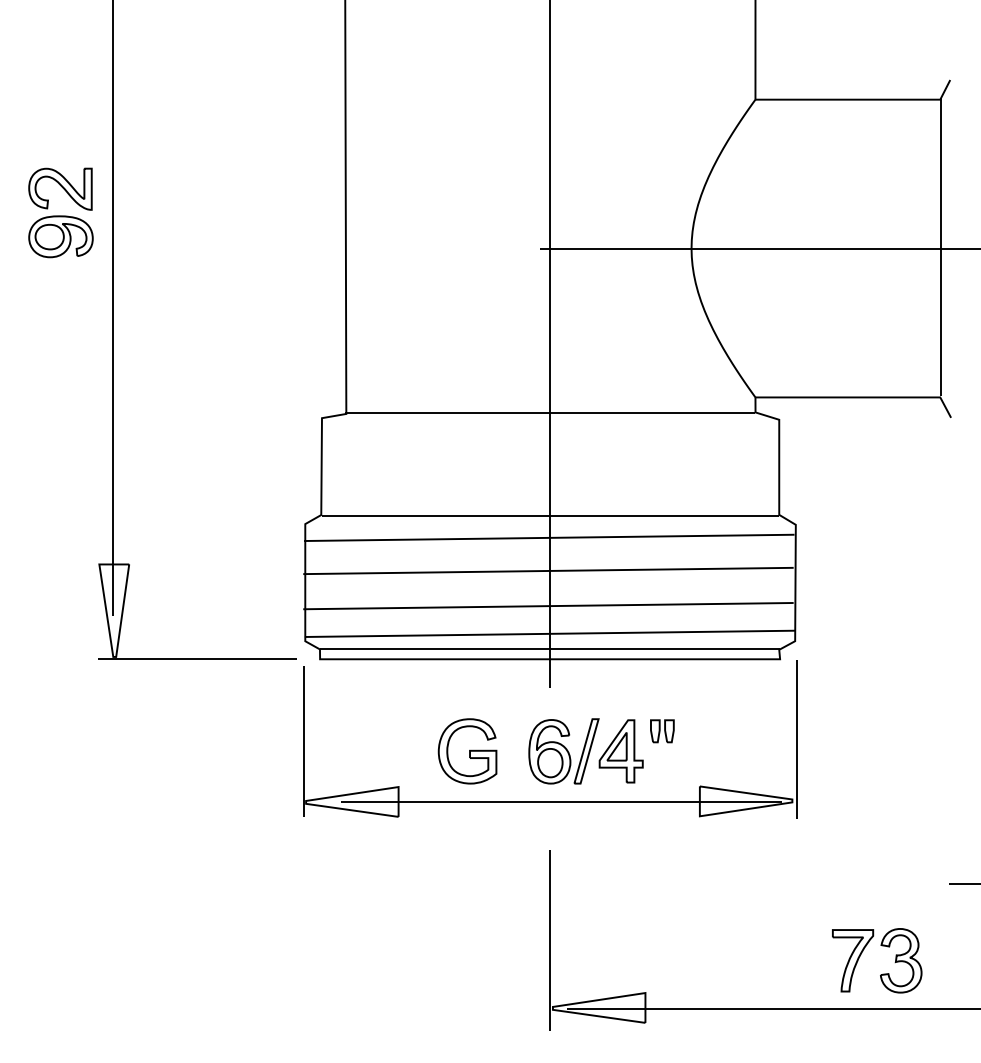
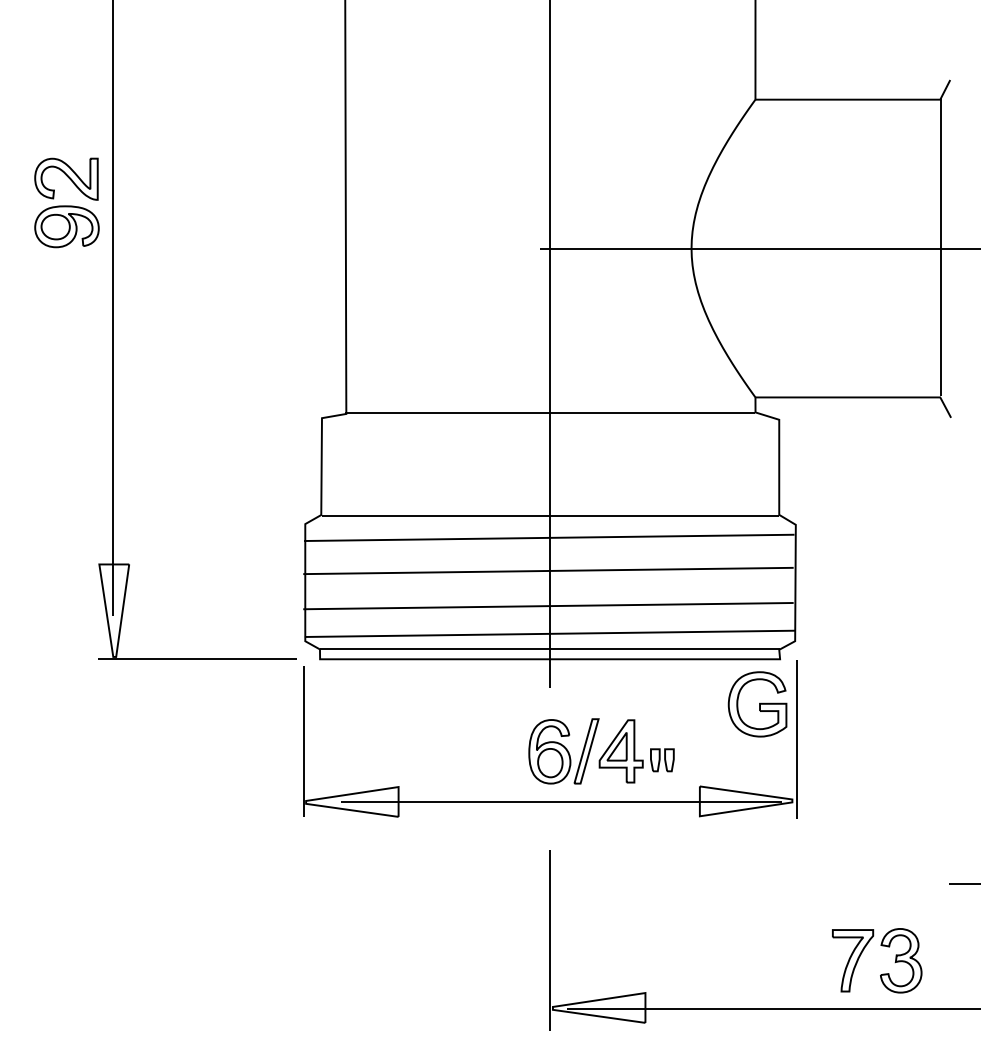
part at (60, 212) position: (60, 212) -> (66, 202)
part at (662, 731) position: (662, 731) -> (662, 760)
part at (467, 751) position: (467, 751) -> (757, 704)
